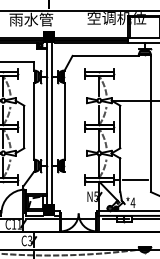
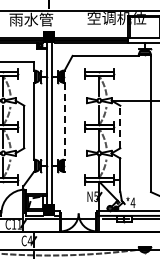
line at (64, 121): solid -> dashed
line at (120, 126): solid -> dashed
line at (135, 179): present -> none
text at (29, 240): C3 -> C4
